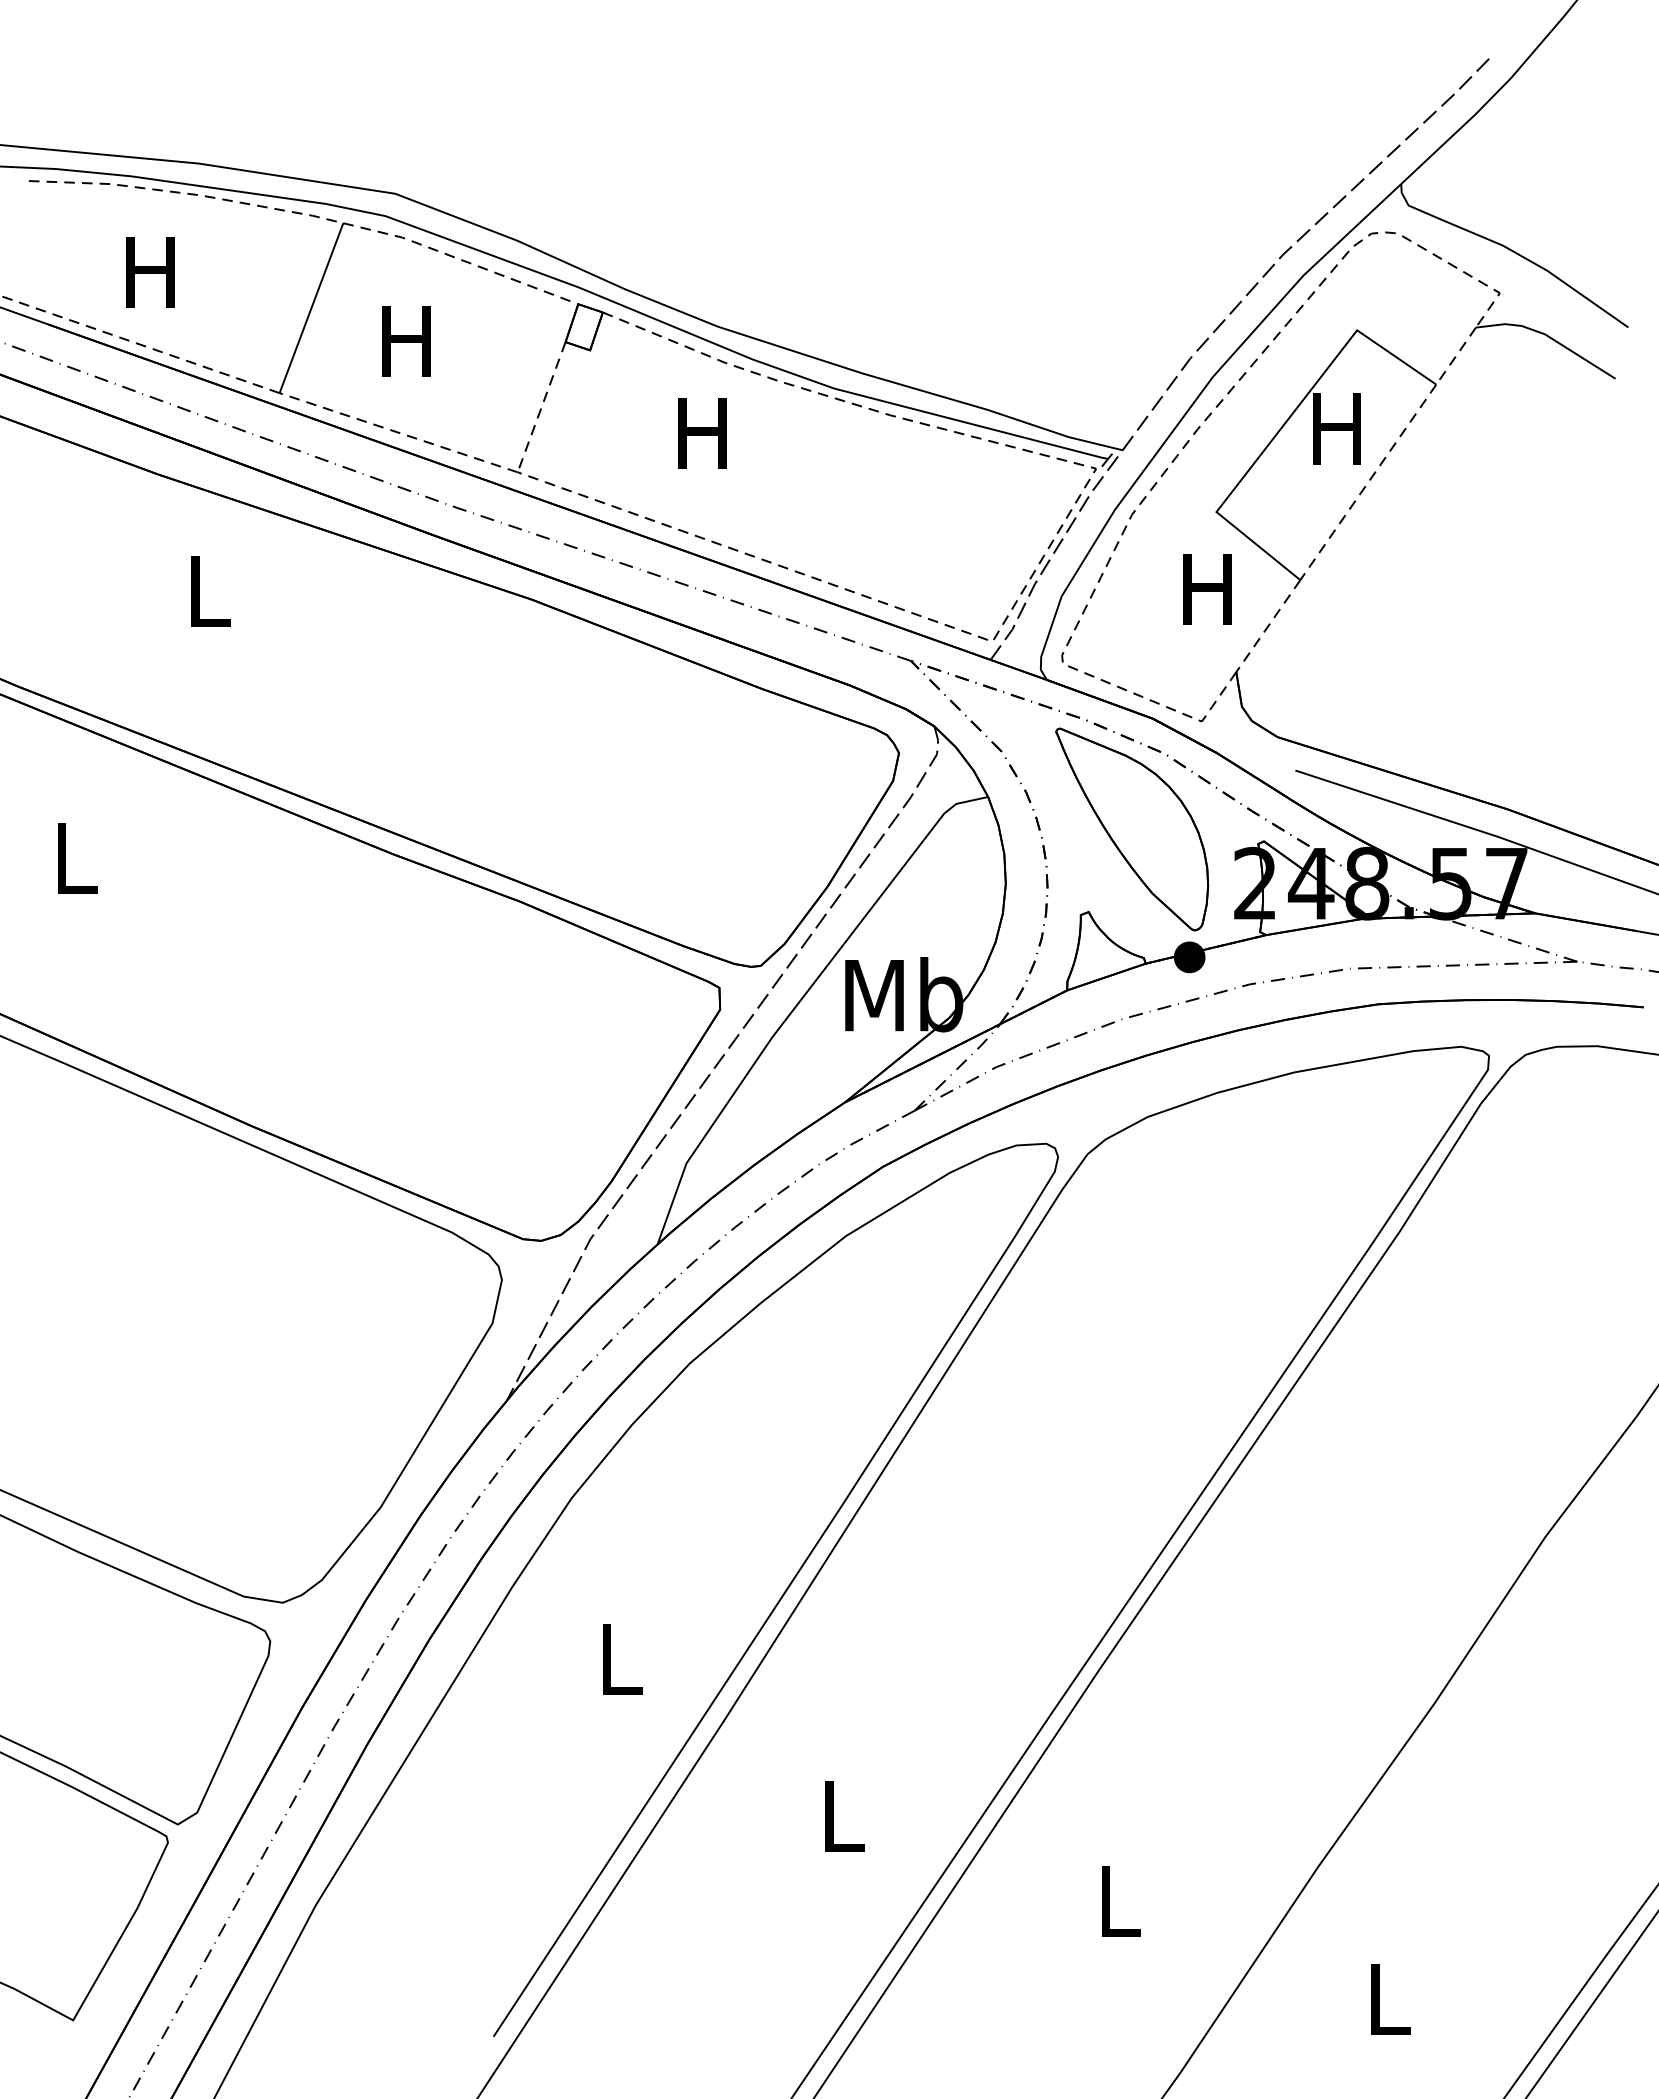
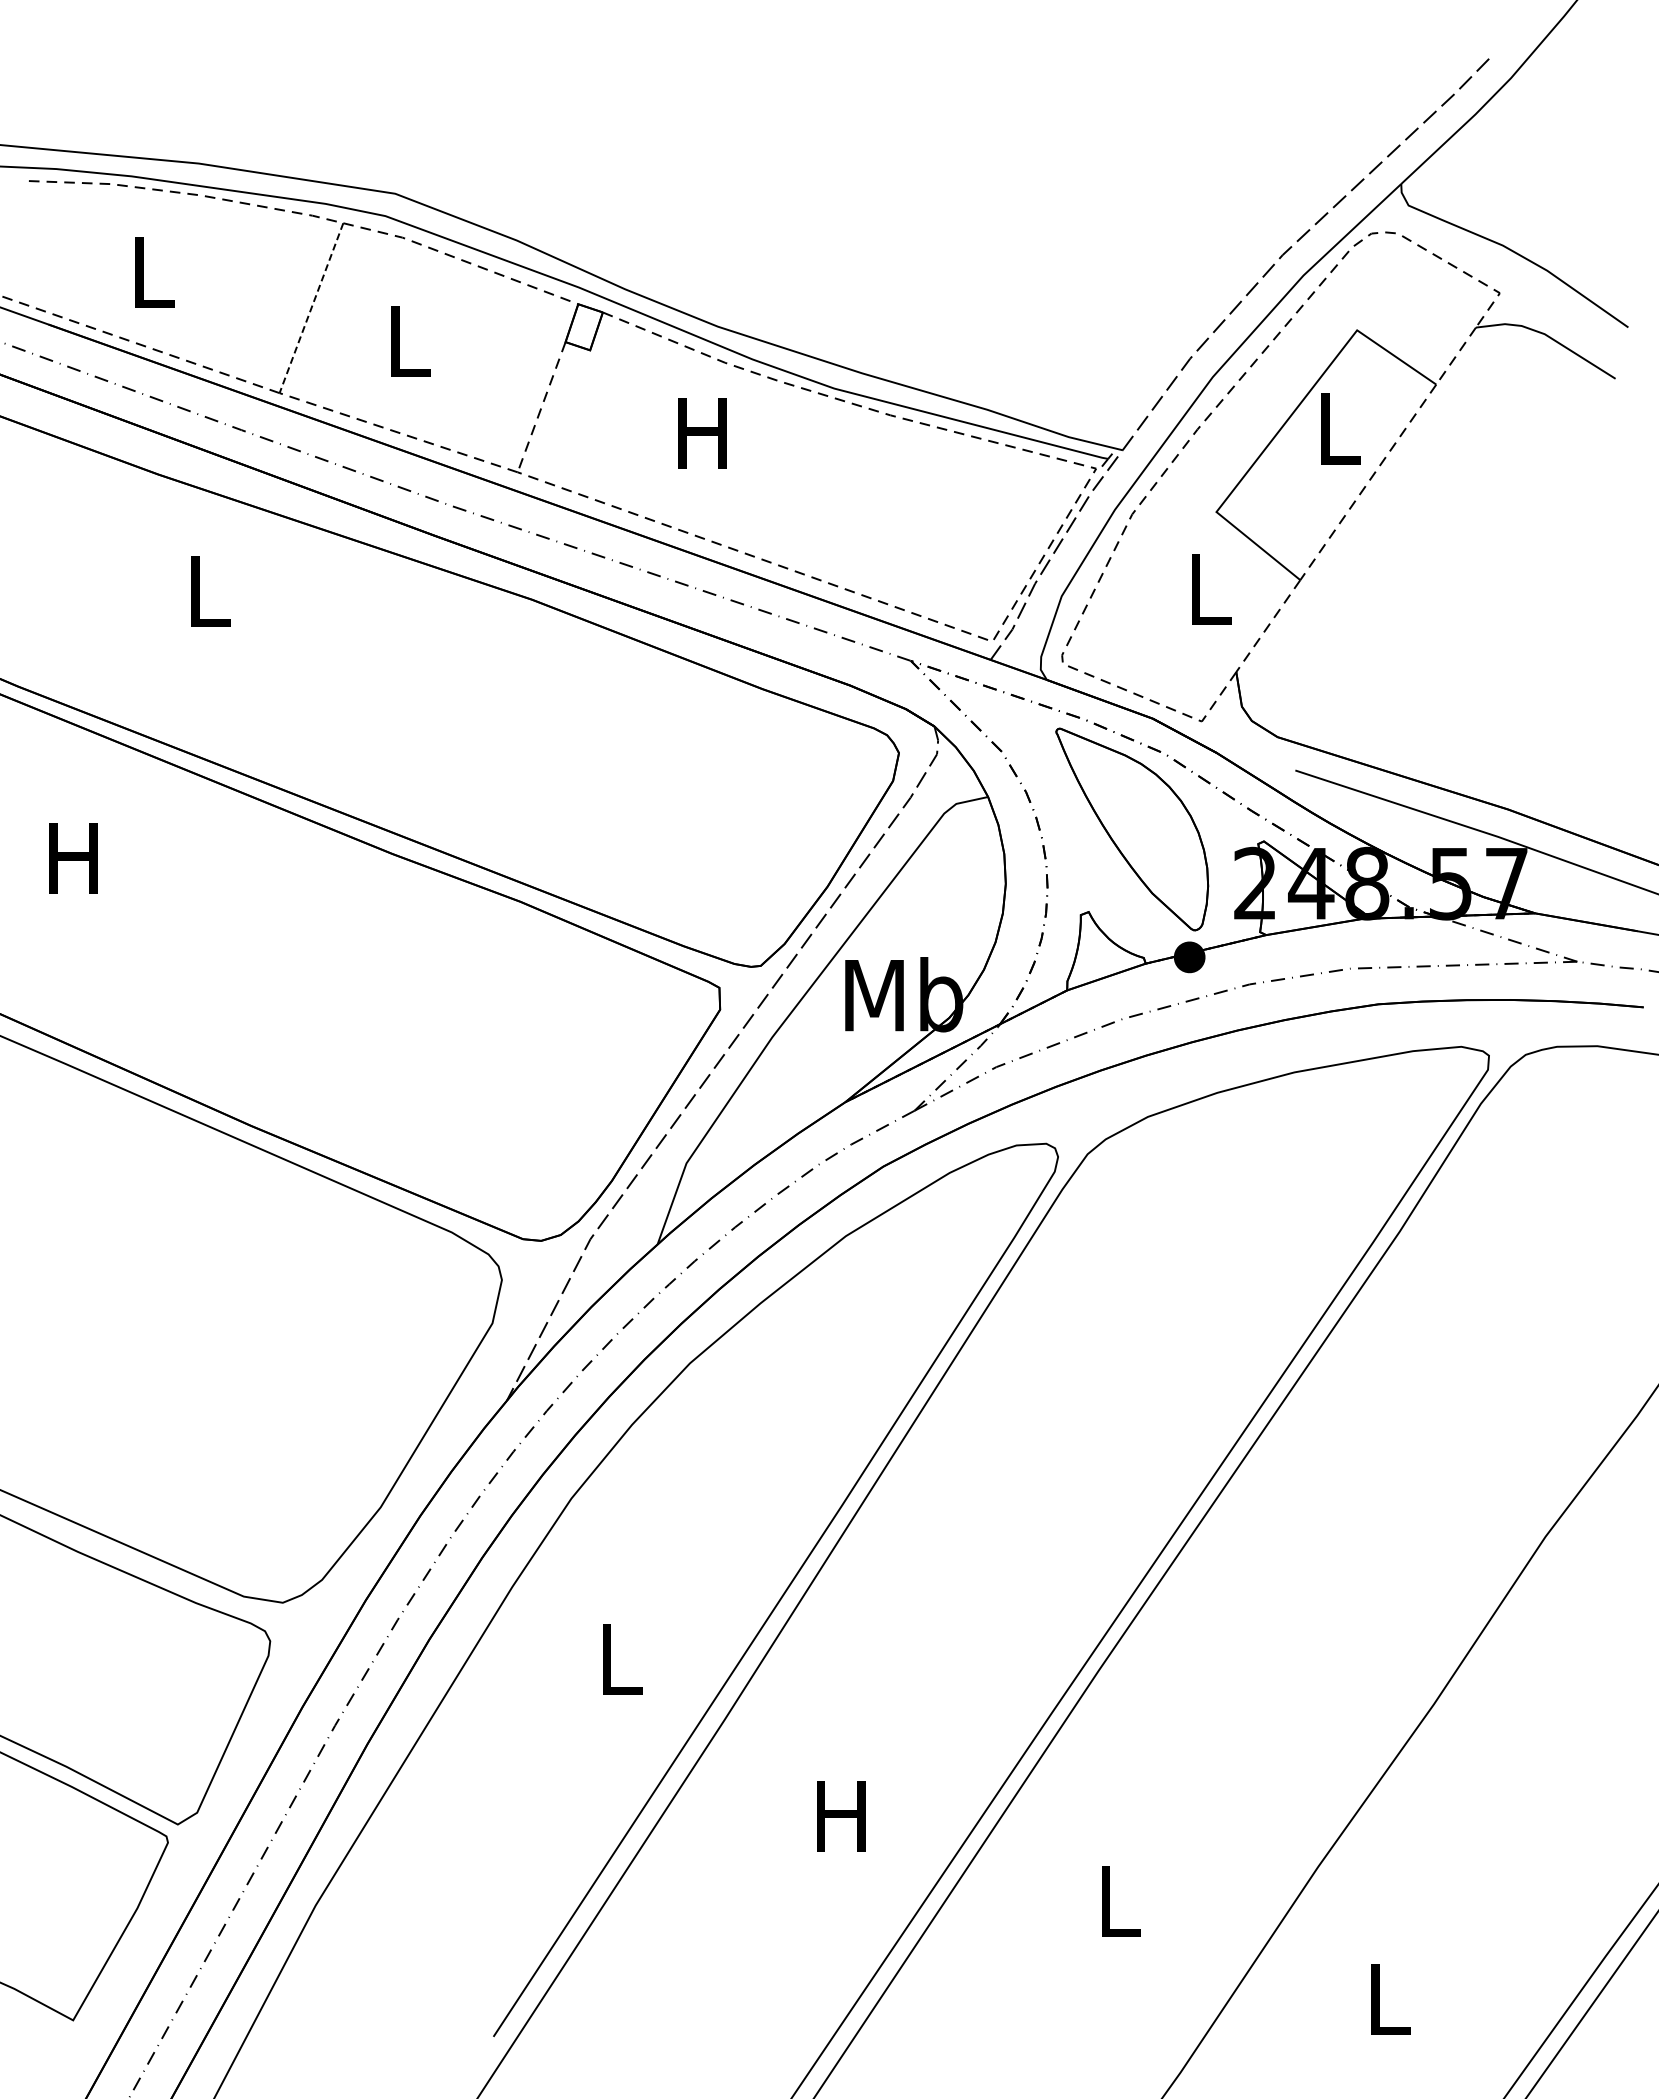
text at (150, 272): H -> L
line at (311, 308): solid -> dashed
text at (406, 341): H -> L
text at (1336, 428): H -> L
text at (1207, 589): H -> L
text at (73, 858): L -> H
text at (841, 1816): L -> H
